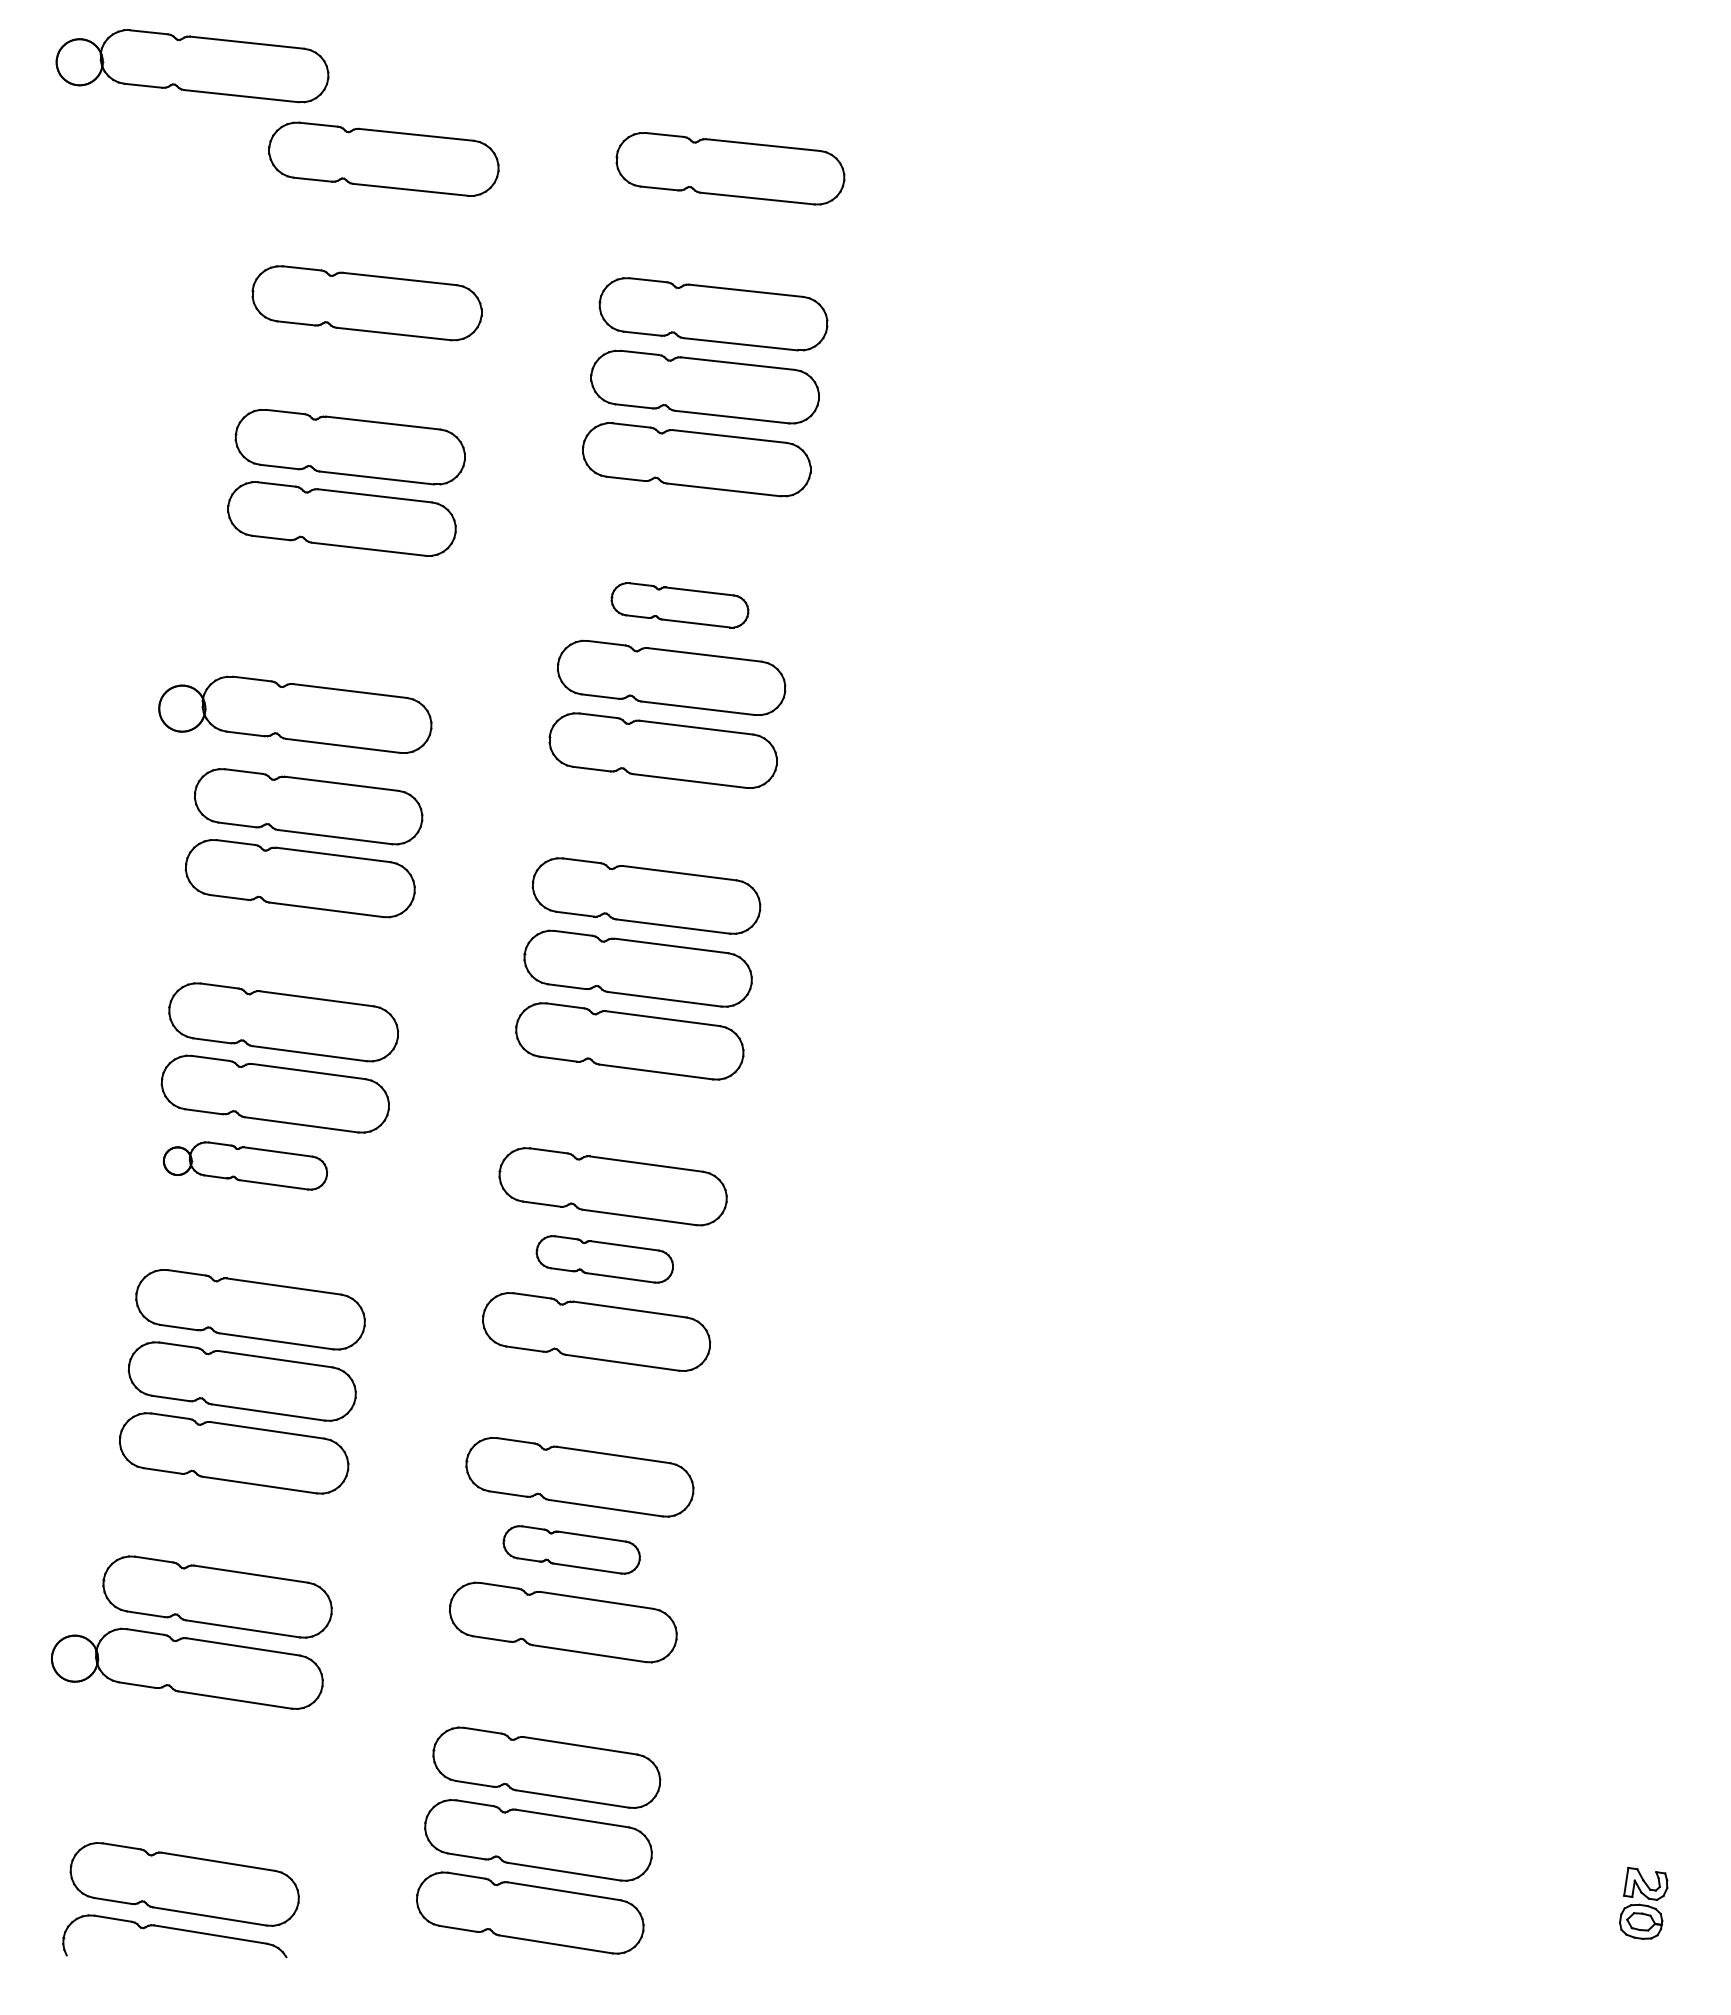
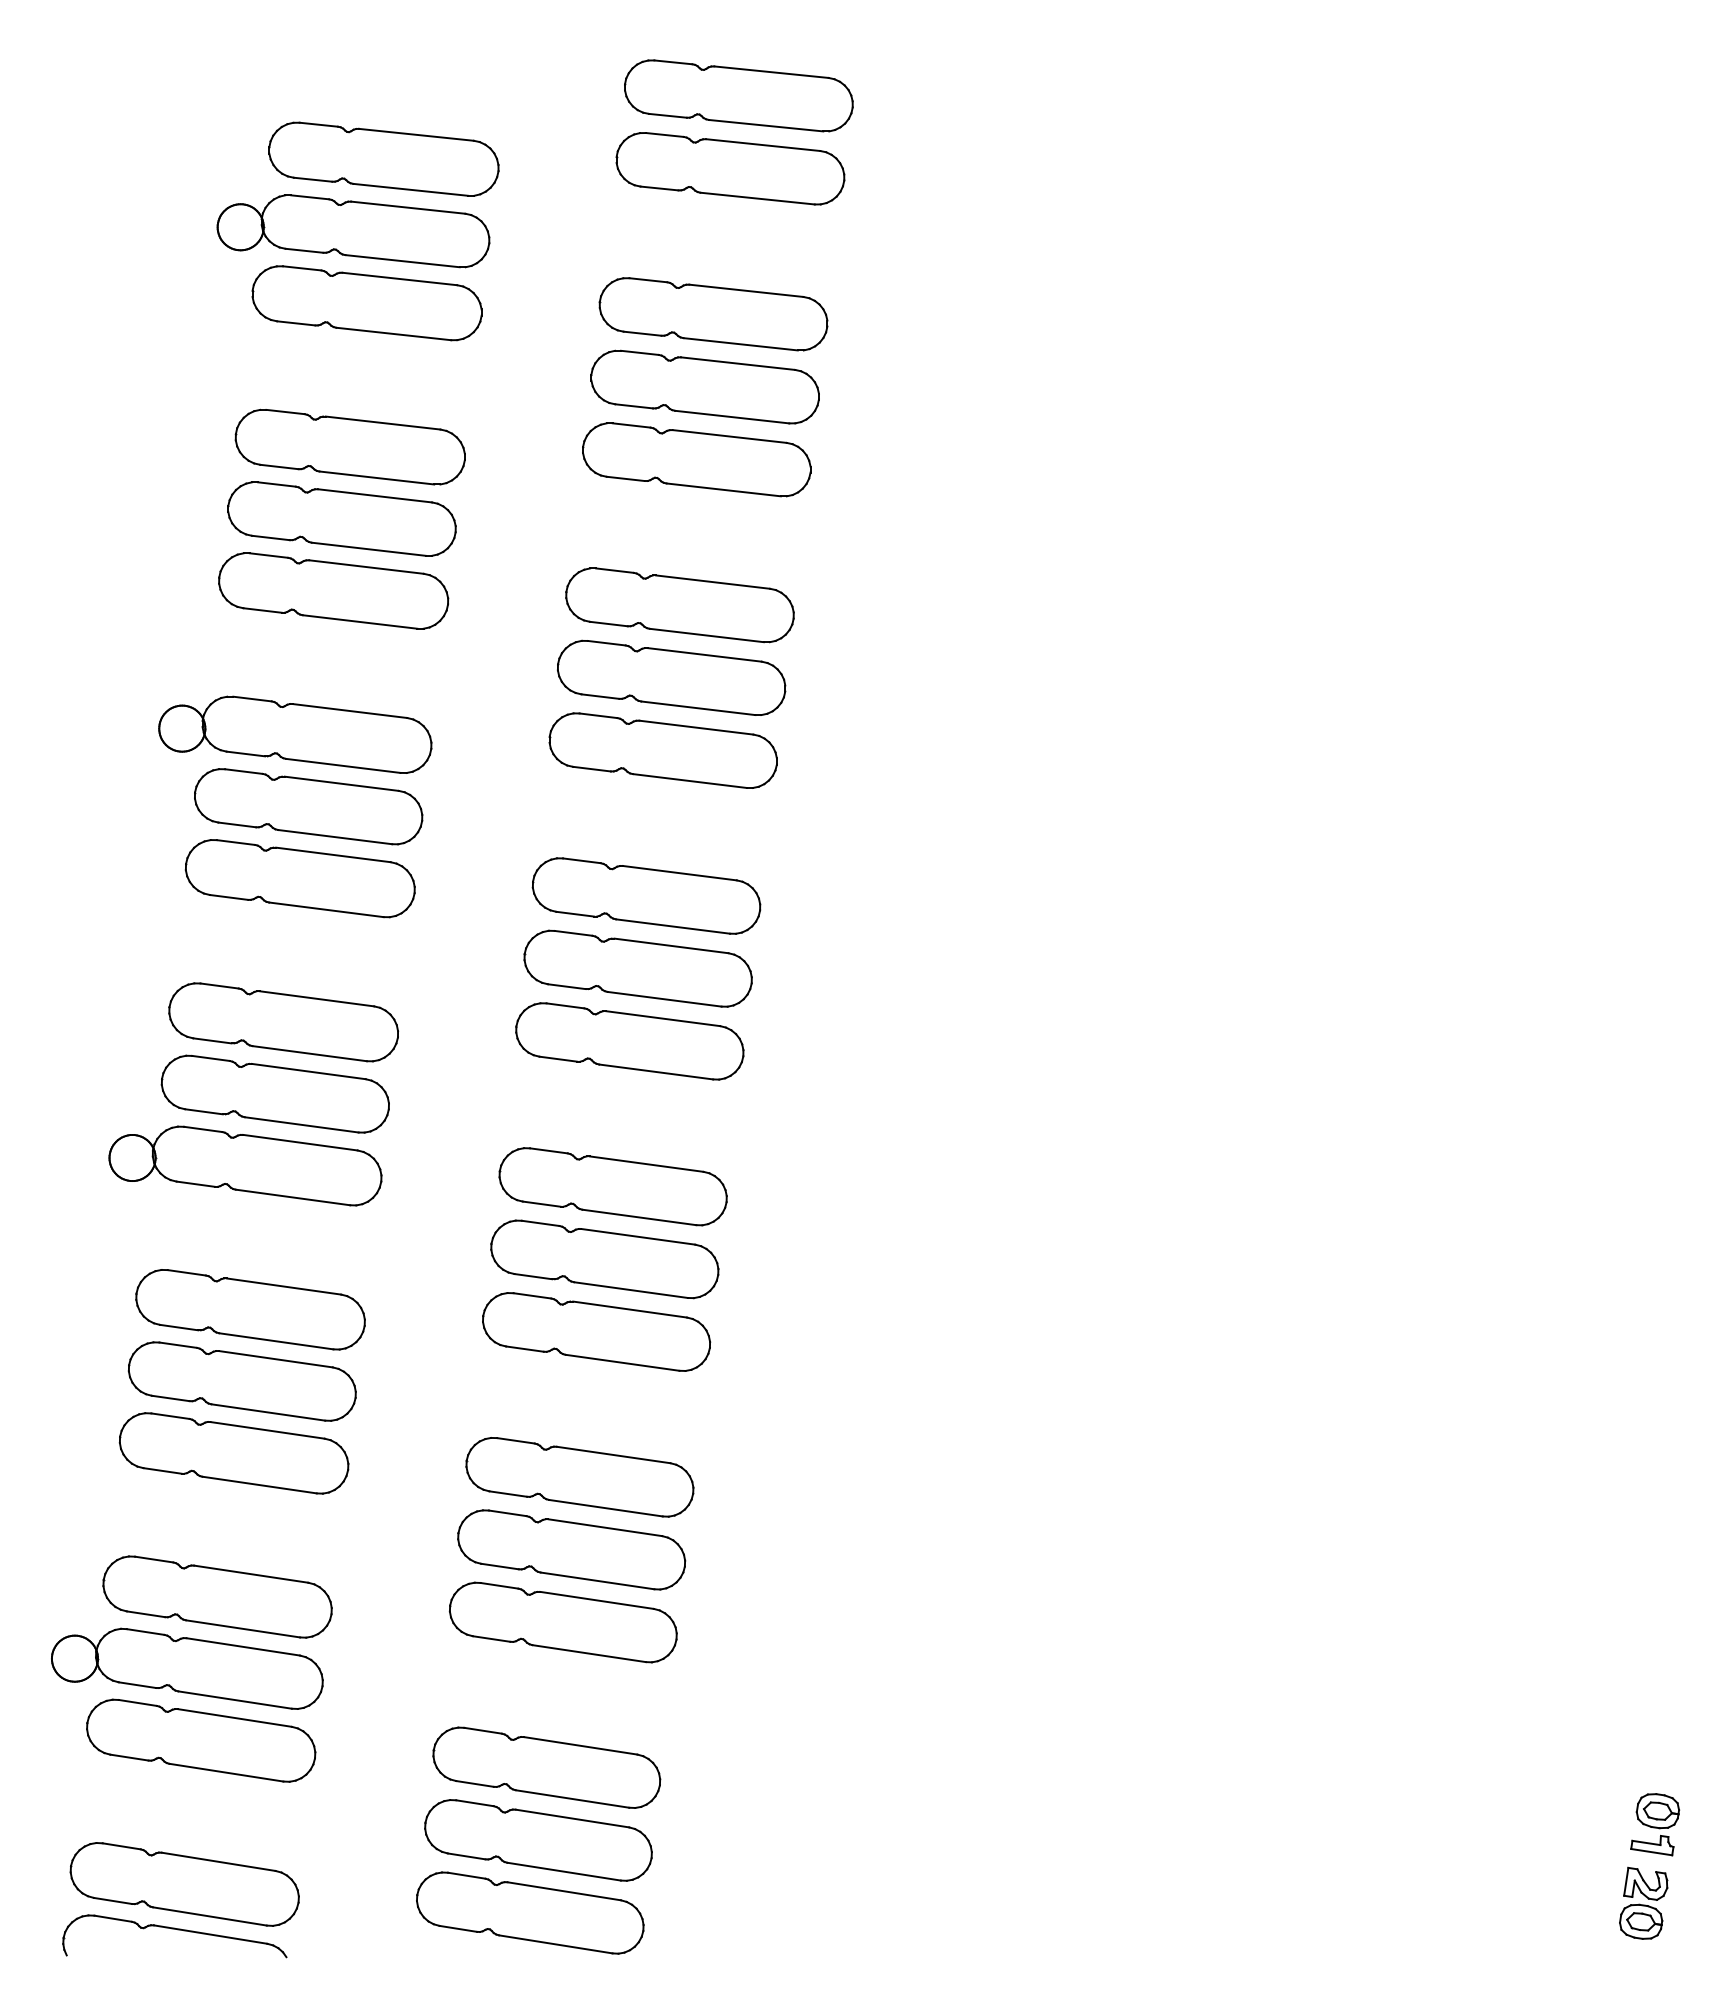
part at (192, 66) position: (192, 66) -> (353, 231)
part at (738, 95): none -> present
part at (333, 590): none -> present
part at (679, 605) size: 140x47 px -> 230x77 px
part at (295, 714) position: (295, 714) -> (295, 734)
part at (245, 1165) size: 165x50 px -> 275x82 px
part at (604, 1259) size: 139x49 px -> 230x81 px
part at (571, 1549) size: 139x50 px -> 230x82 px
part at (201, 1740): none -> present
part at (1655, 1824): none -> present
